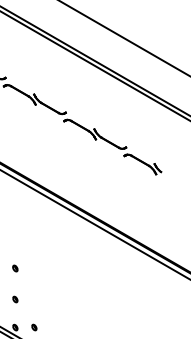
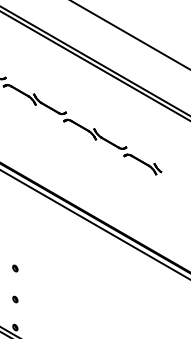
line at (124, 38) position: (124, 38) -> (130, 35)
part at (34, 327): present -> none
